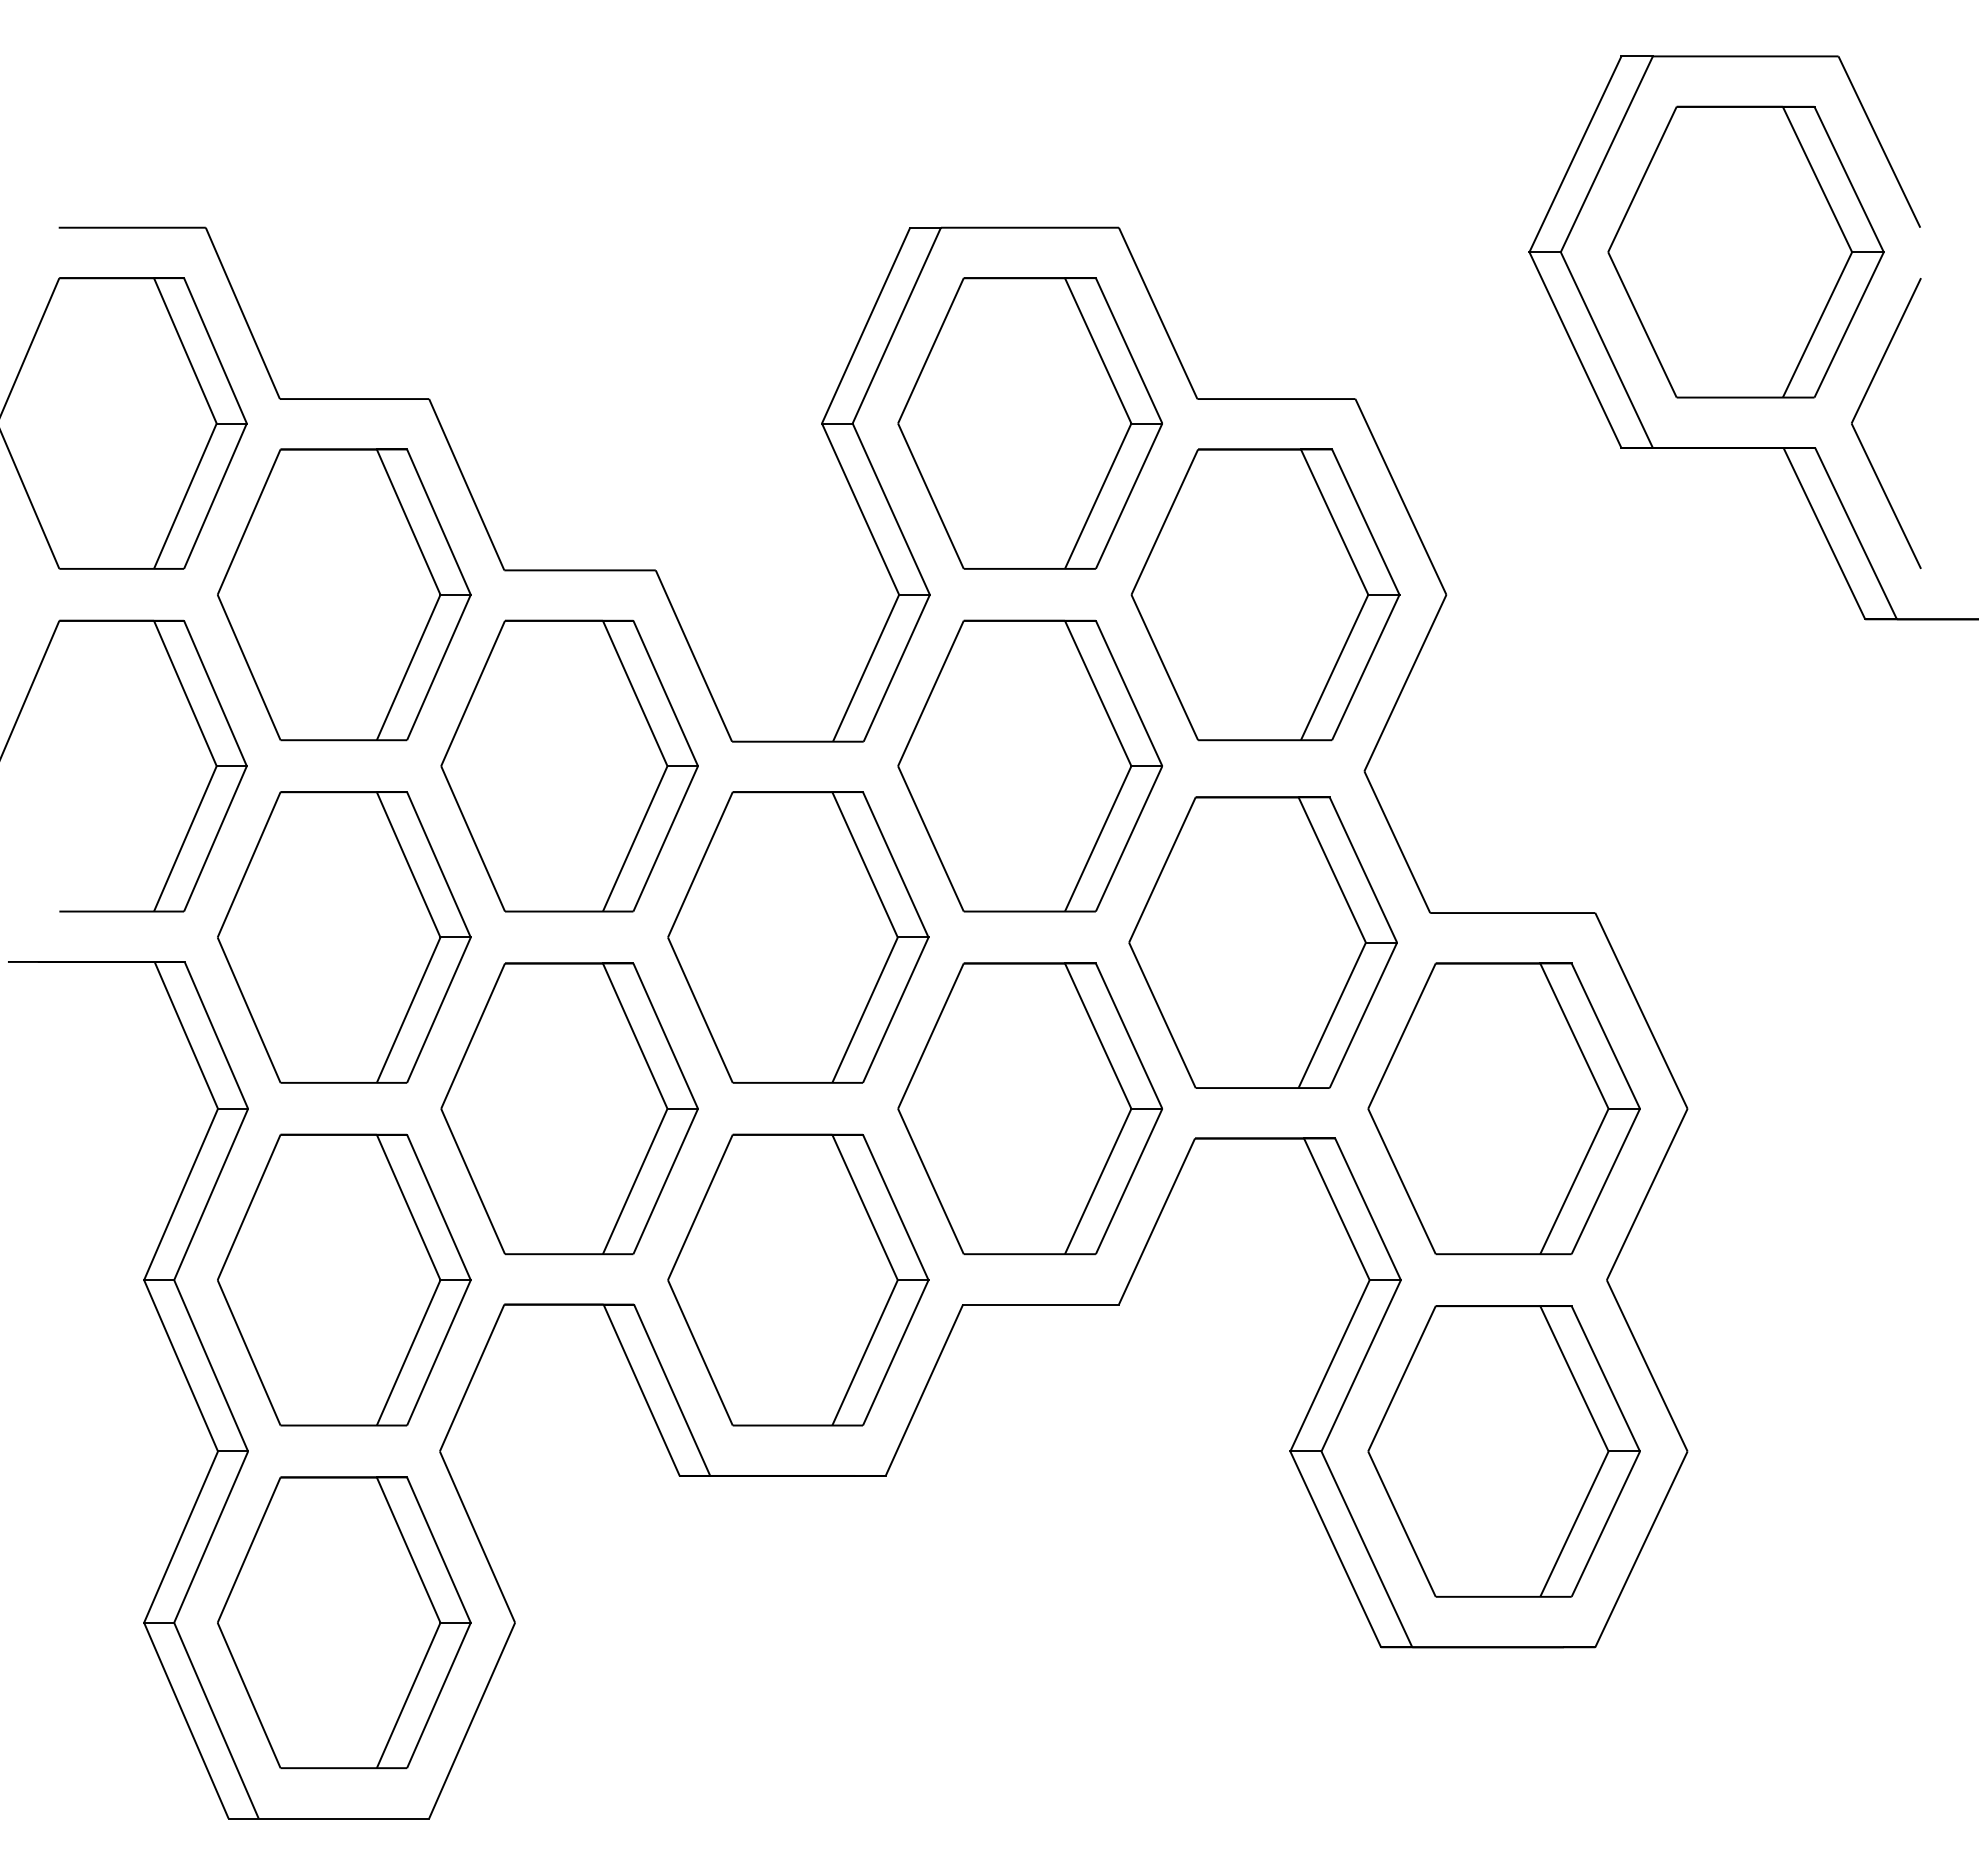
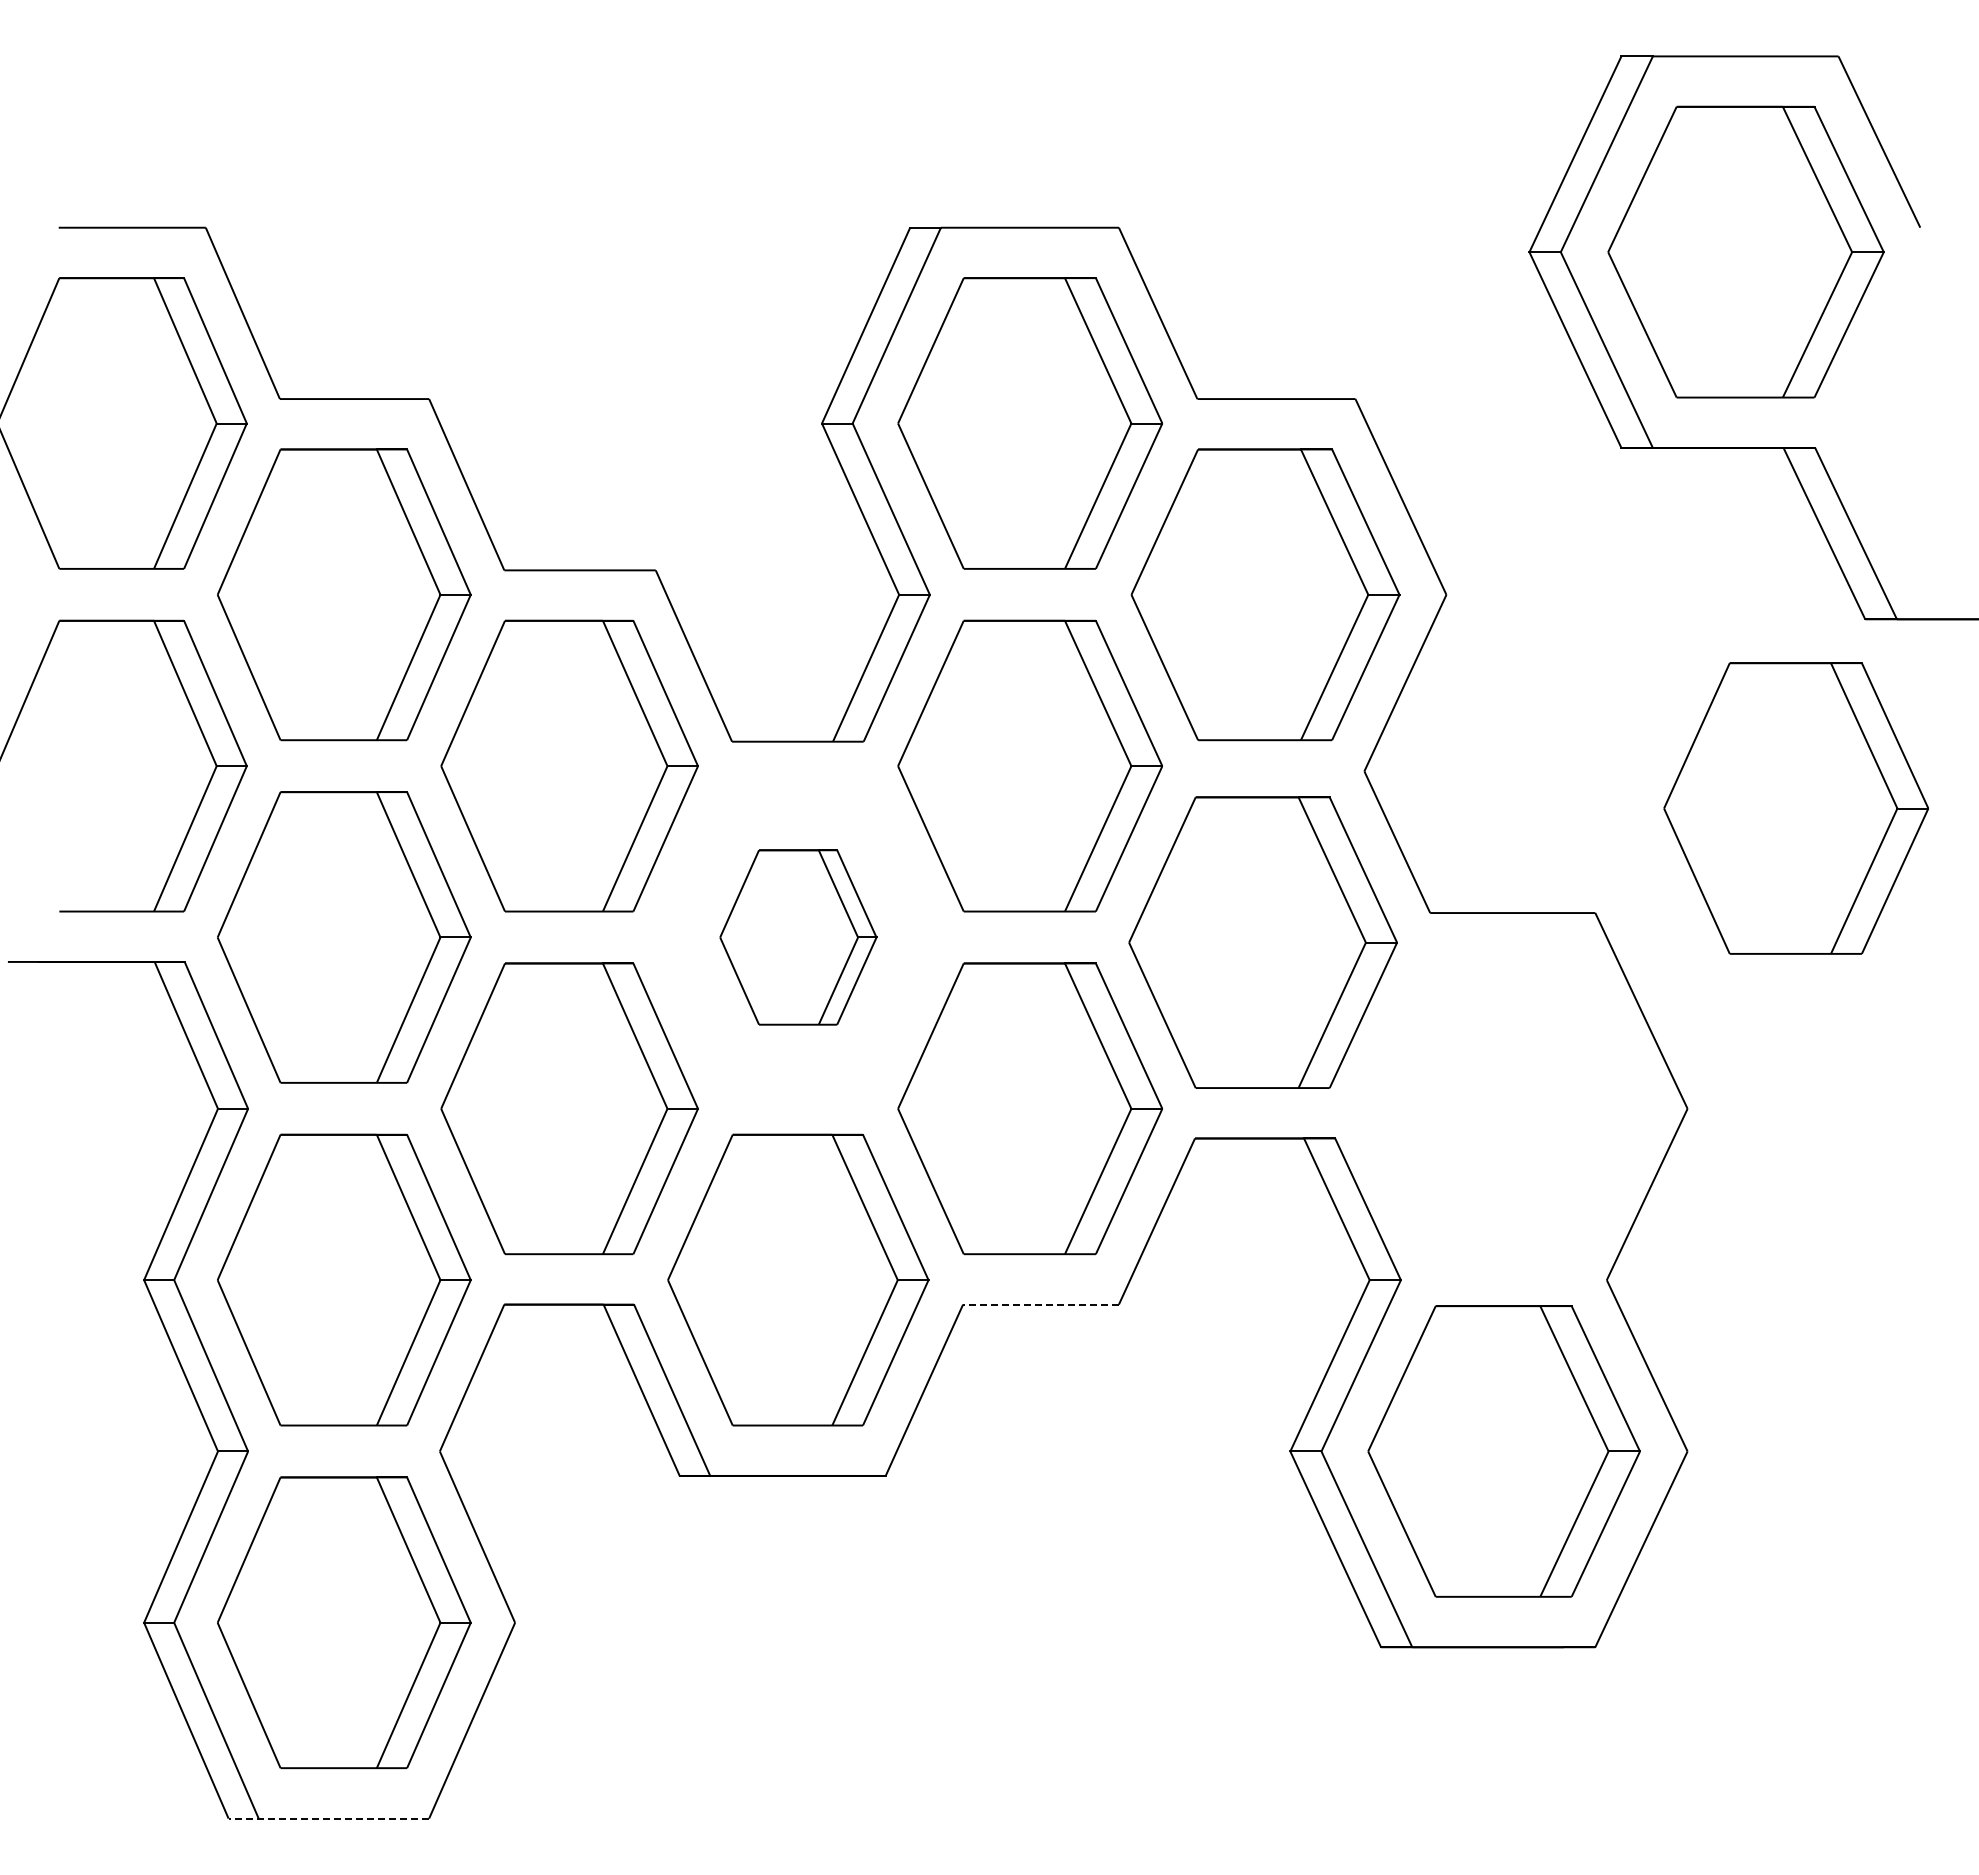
part at (1859, 409): present -> none
part at (1795, 808): none -> present
part at (798, 937) size: 263x293 px -> 159x177 px
part at (1503, 1108): present -> none
line at (1041, 1304): solid -> dashed
line at (328, 1818): solid -> dashed
